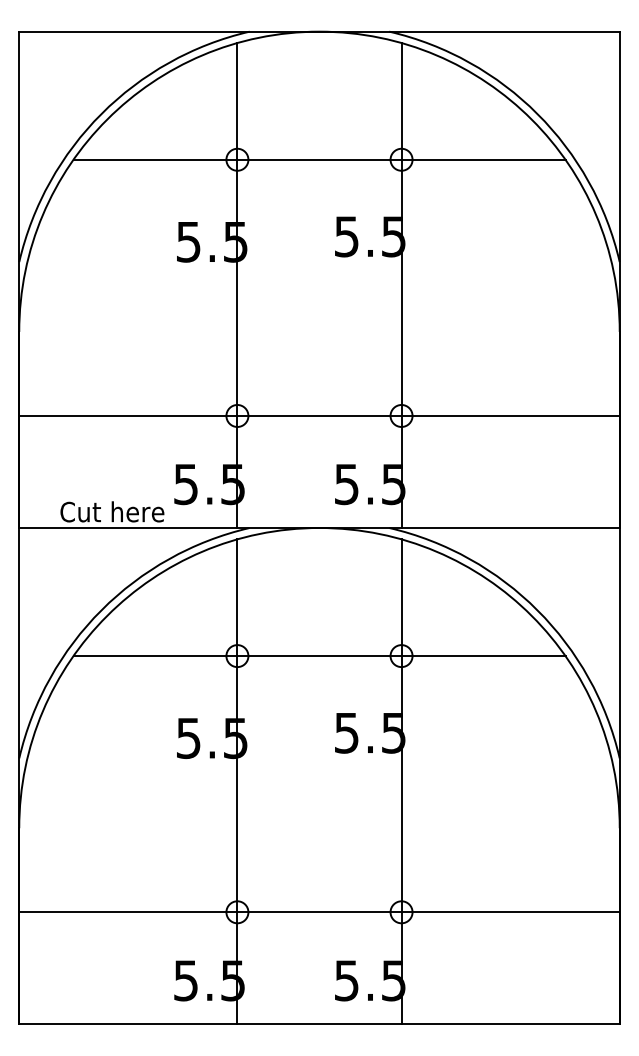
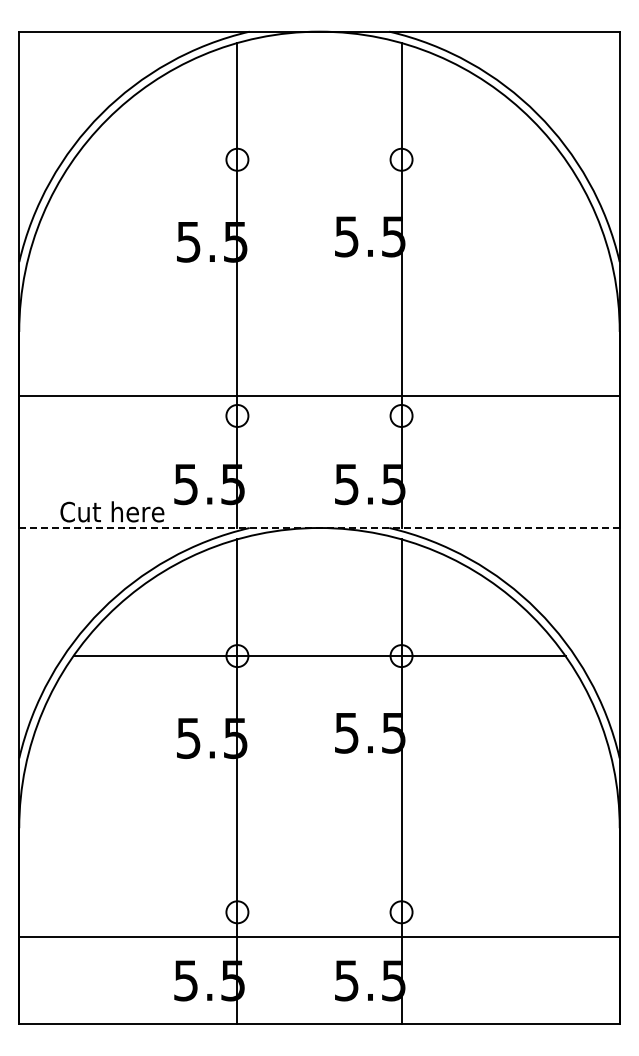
line at (319, 159): present -> none
line at (319, 415) position: (319, 415) -> (319, 395)
line at (319, 528): solid -> dashed
line at (319, 912) position: (319, 912) -> (319, 937)
